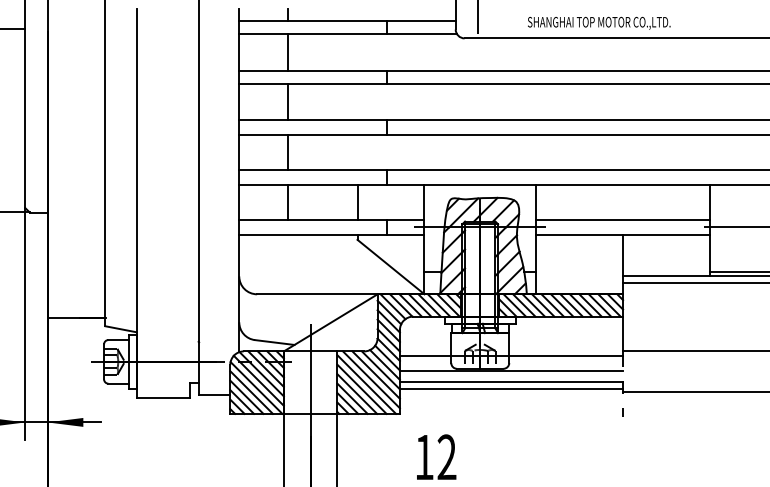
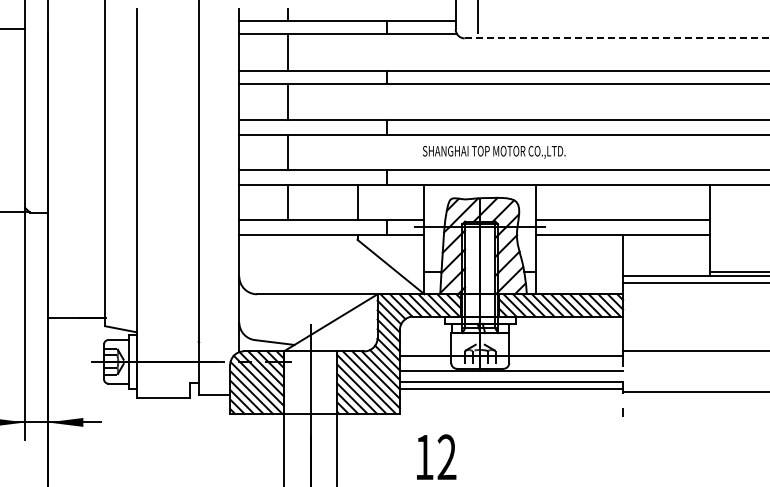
text at (599, 22) position: (599, 22) -> (494, 151)
line at (617, 38): solid -> dashed
line at (735, 227): present -> none
